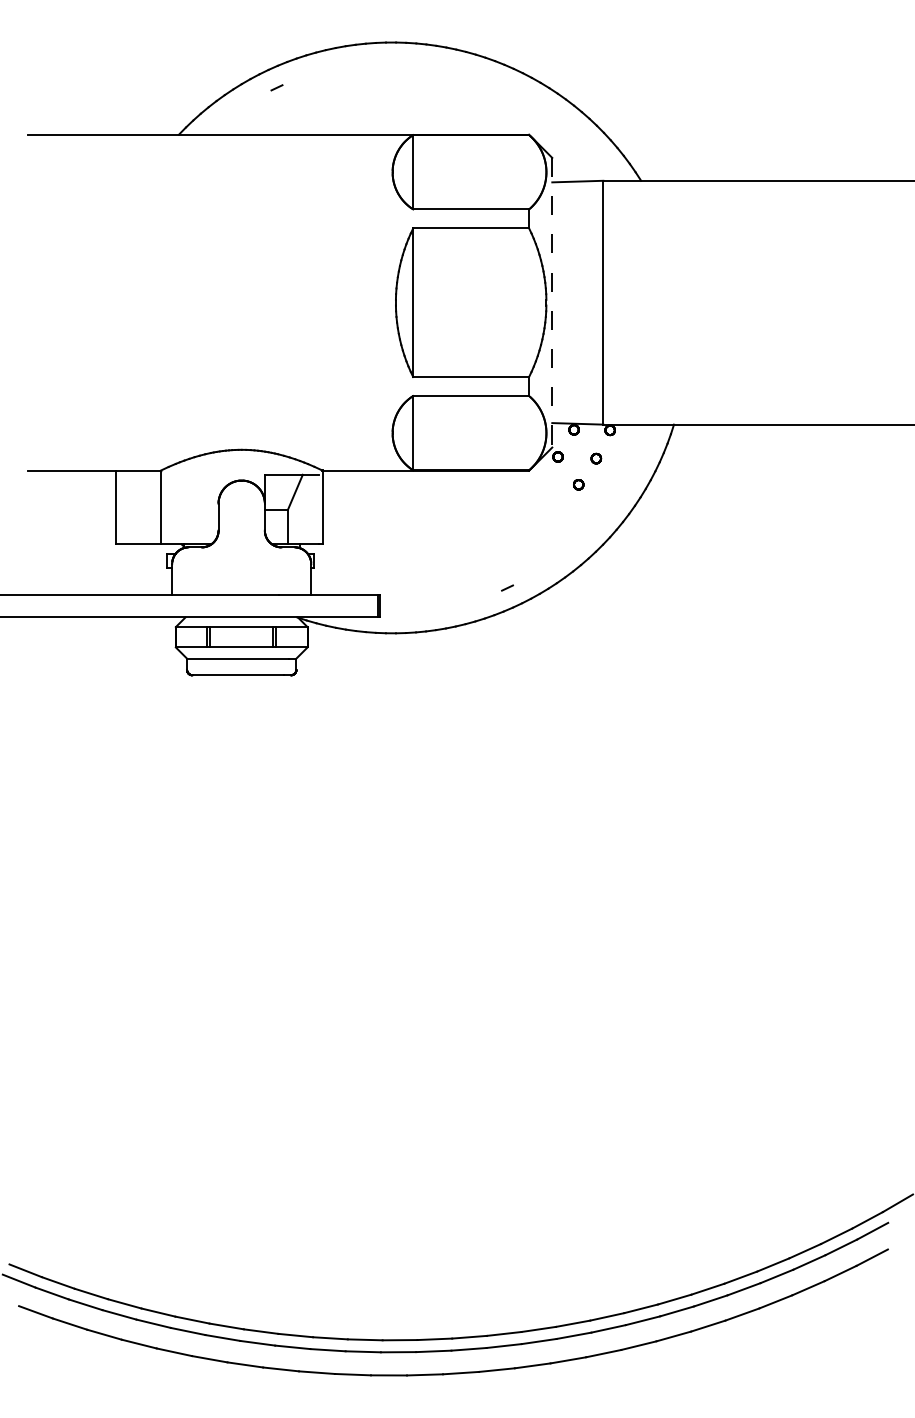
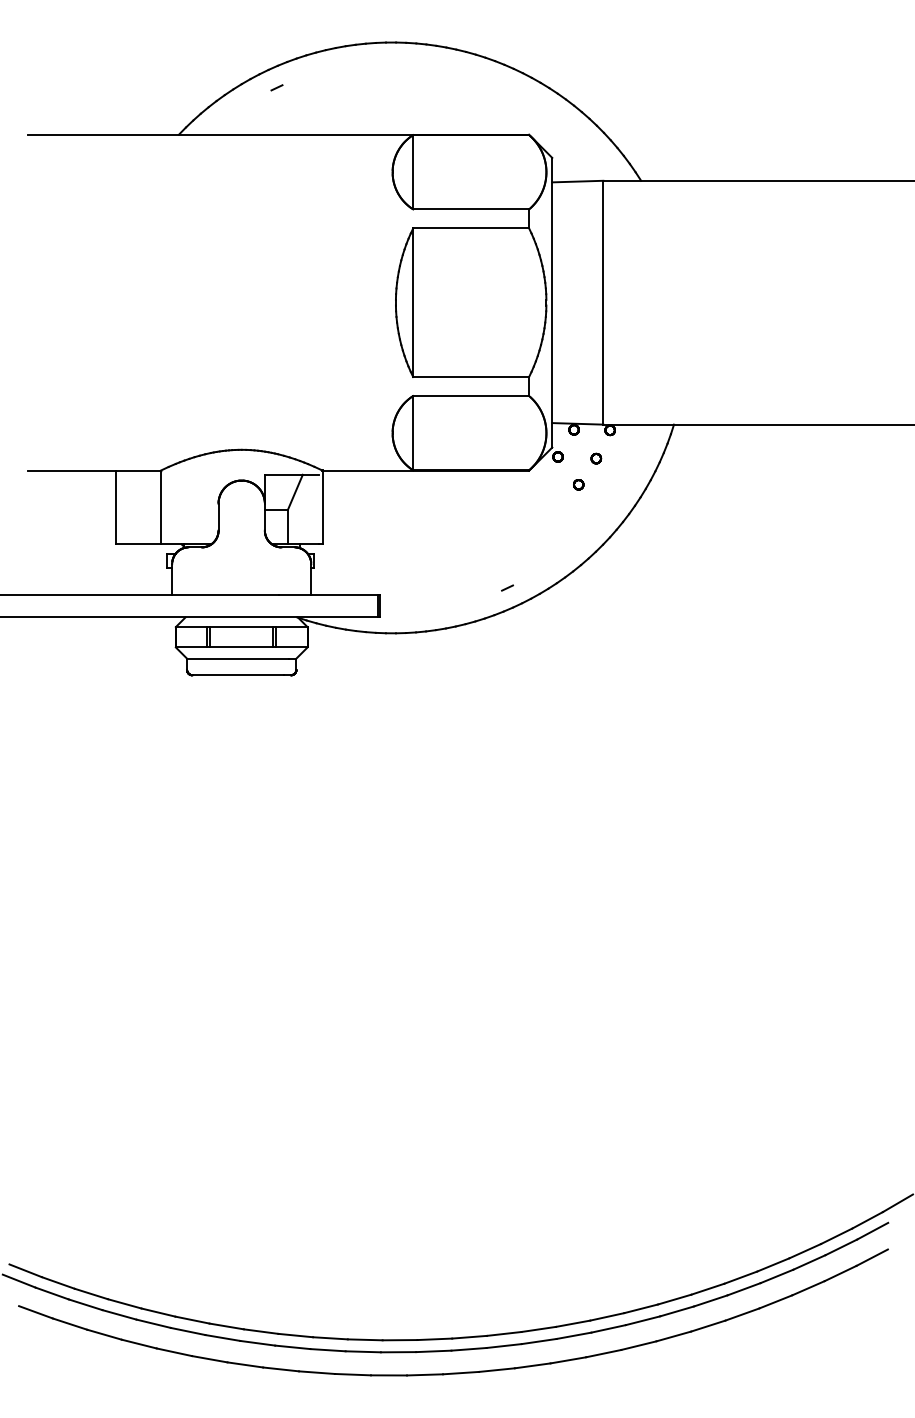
line at (552, 302): dashed -> solid
